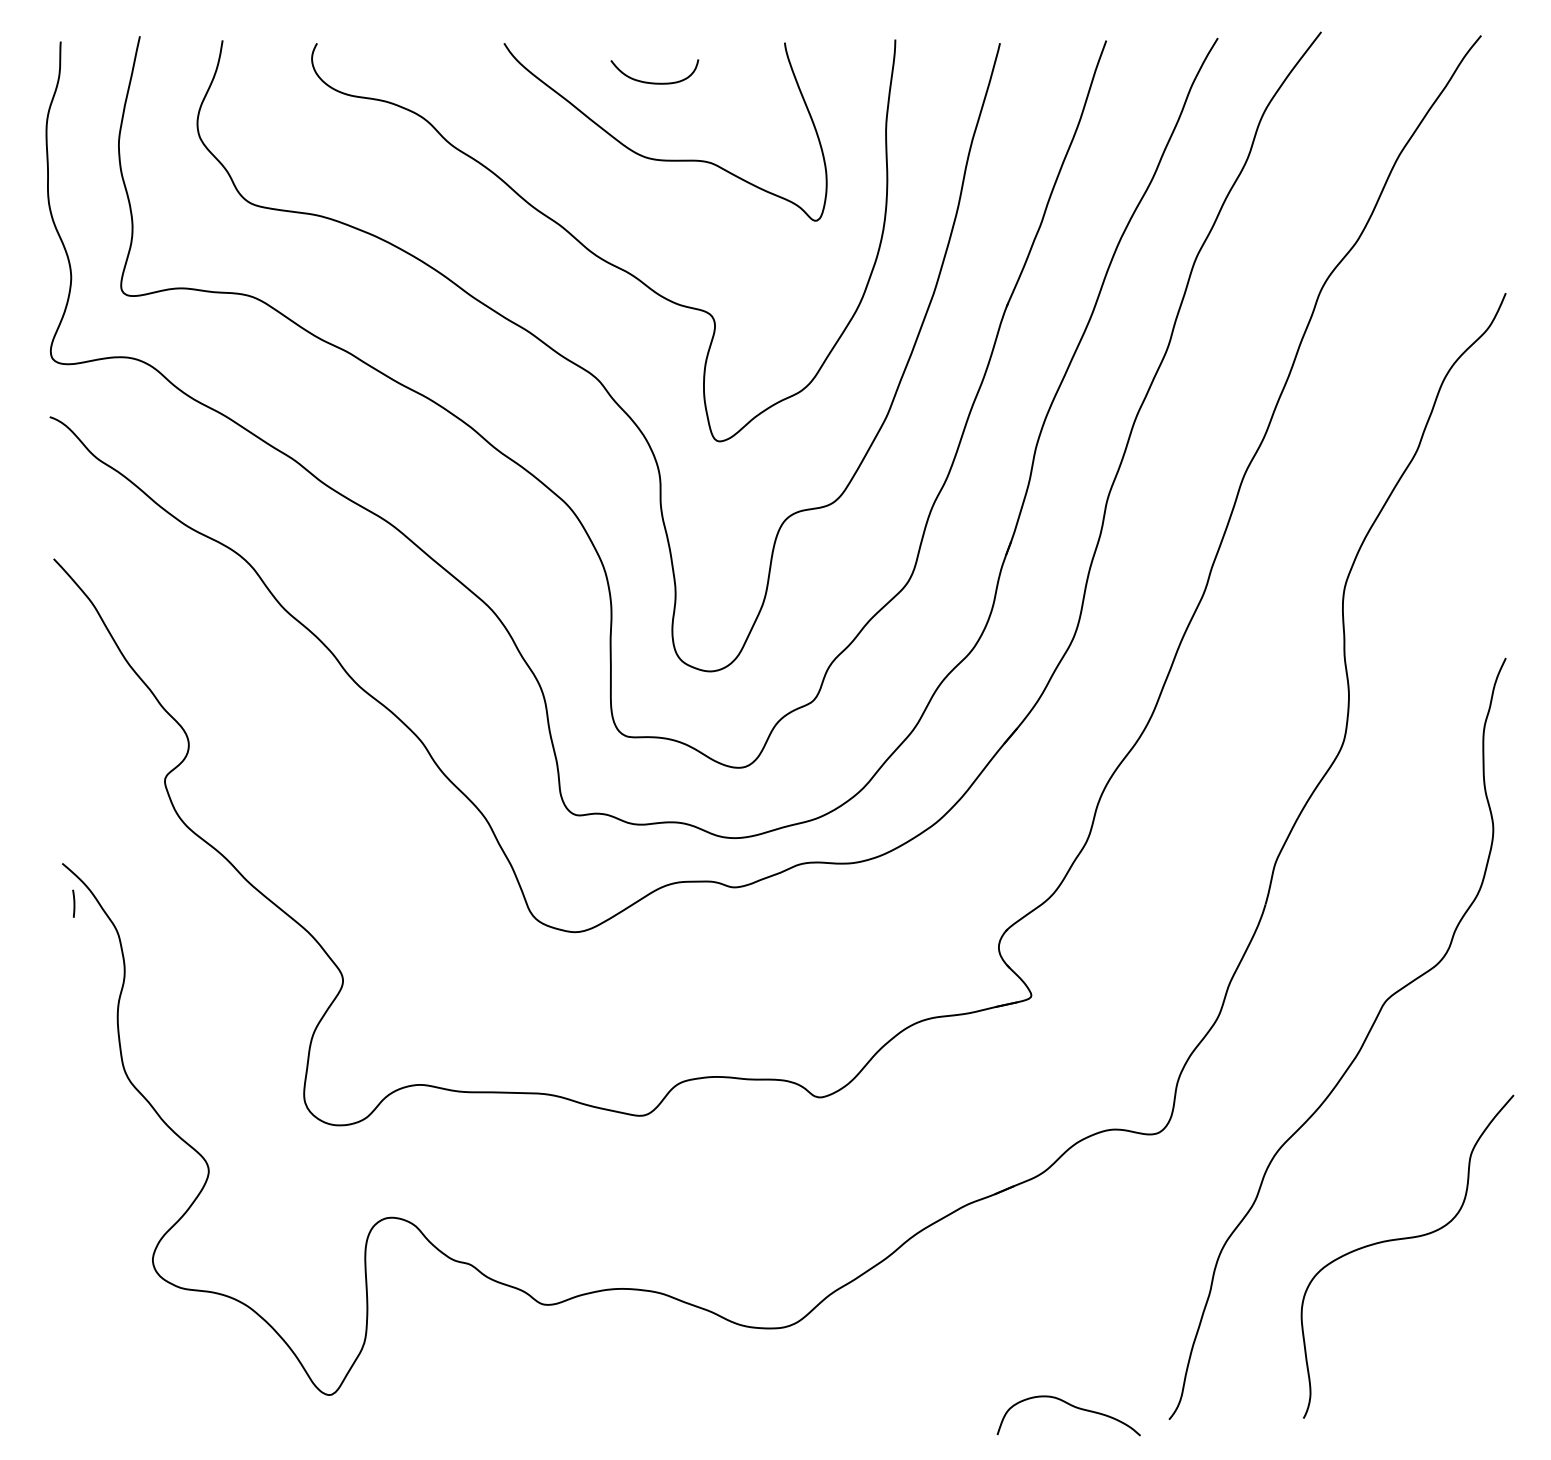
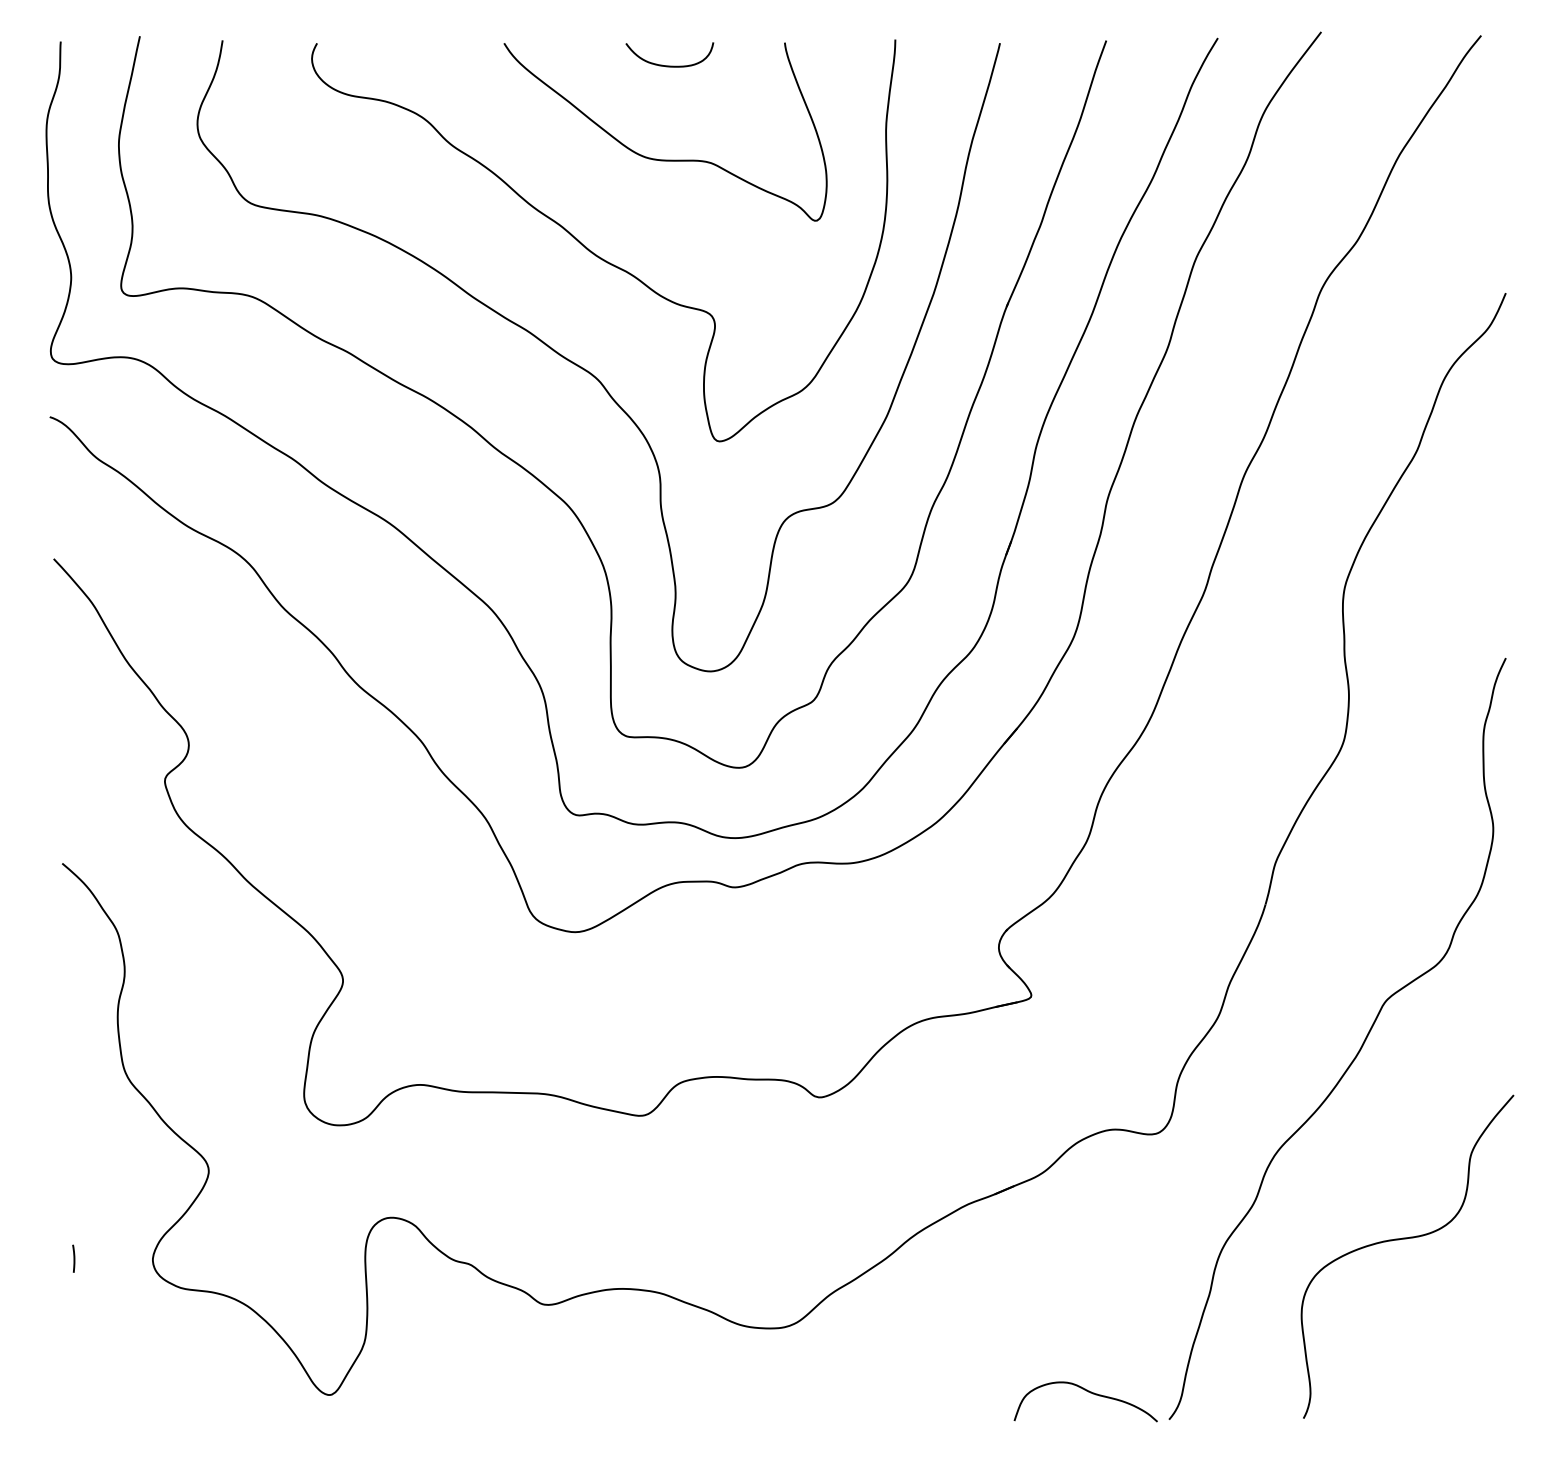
curve at (654, 82) position: (654, 82) -> (669, 65)
line at (73, 903) position: (73, 903) -> (73, 1258)
curve at (1073, 1407) position: (1073, 1407) -> (1090, 1393)
